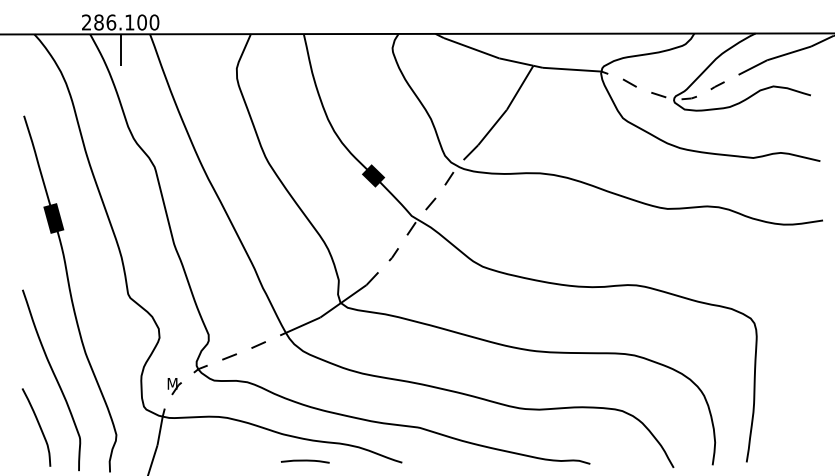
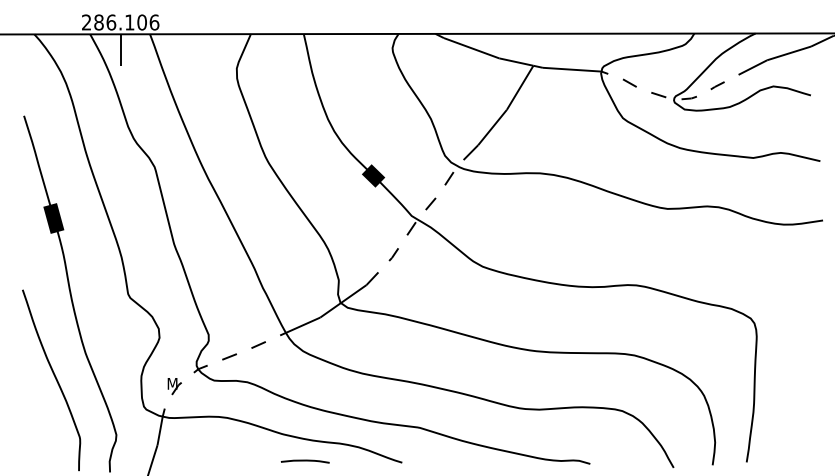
text at (154, 22): 286.100 -> 286.106
curve at (38, 425): present -> none
